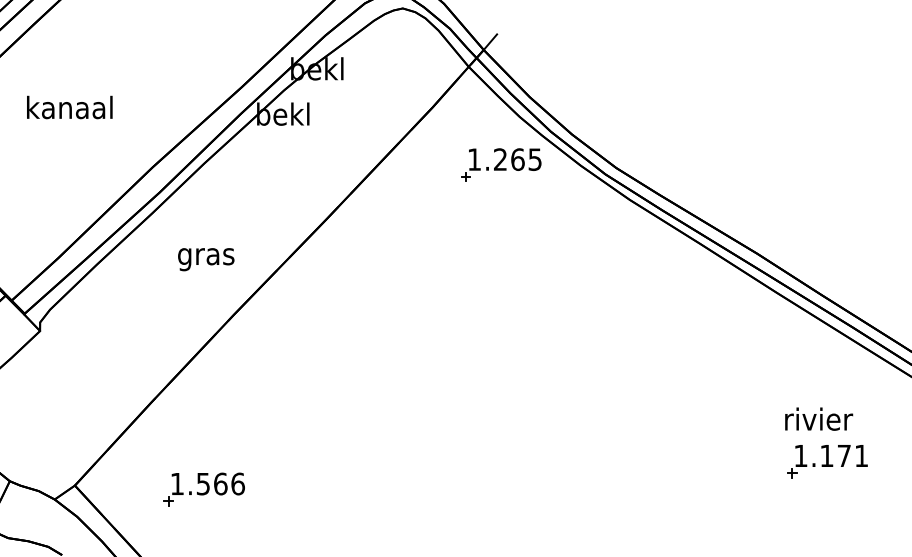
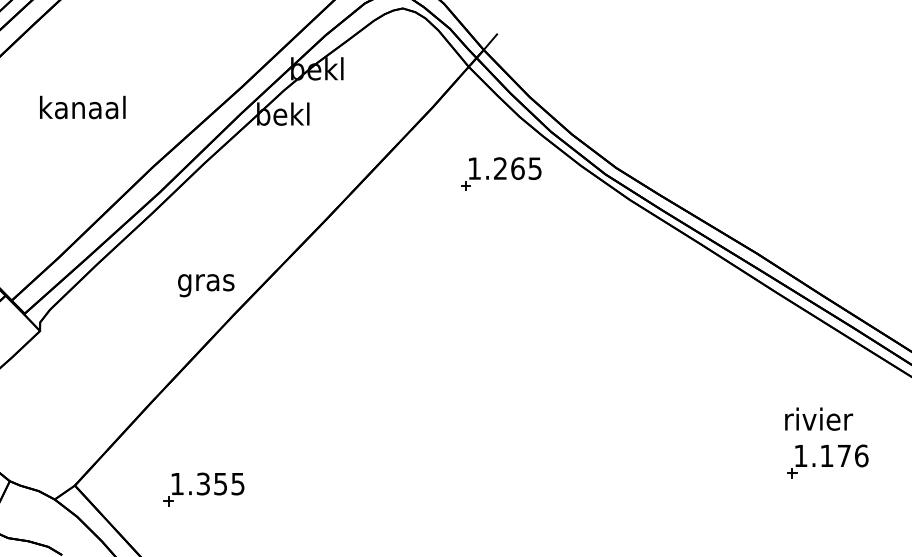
text at (69, 107) position: (69, 107) -> (82, 107)
part at (501, 164) position: (501, 164) -> (501, 173)
text at (206, 259) position: (206, 259) -> (206, 285)
text at (861, 455): 1.171 -> 1.176
text at (220, 483): 1.566 -> 1.355
